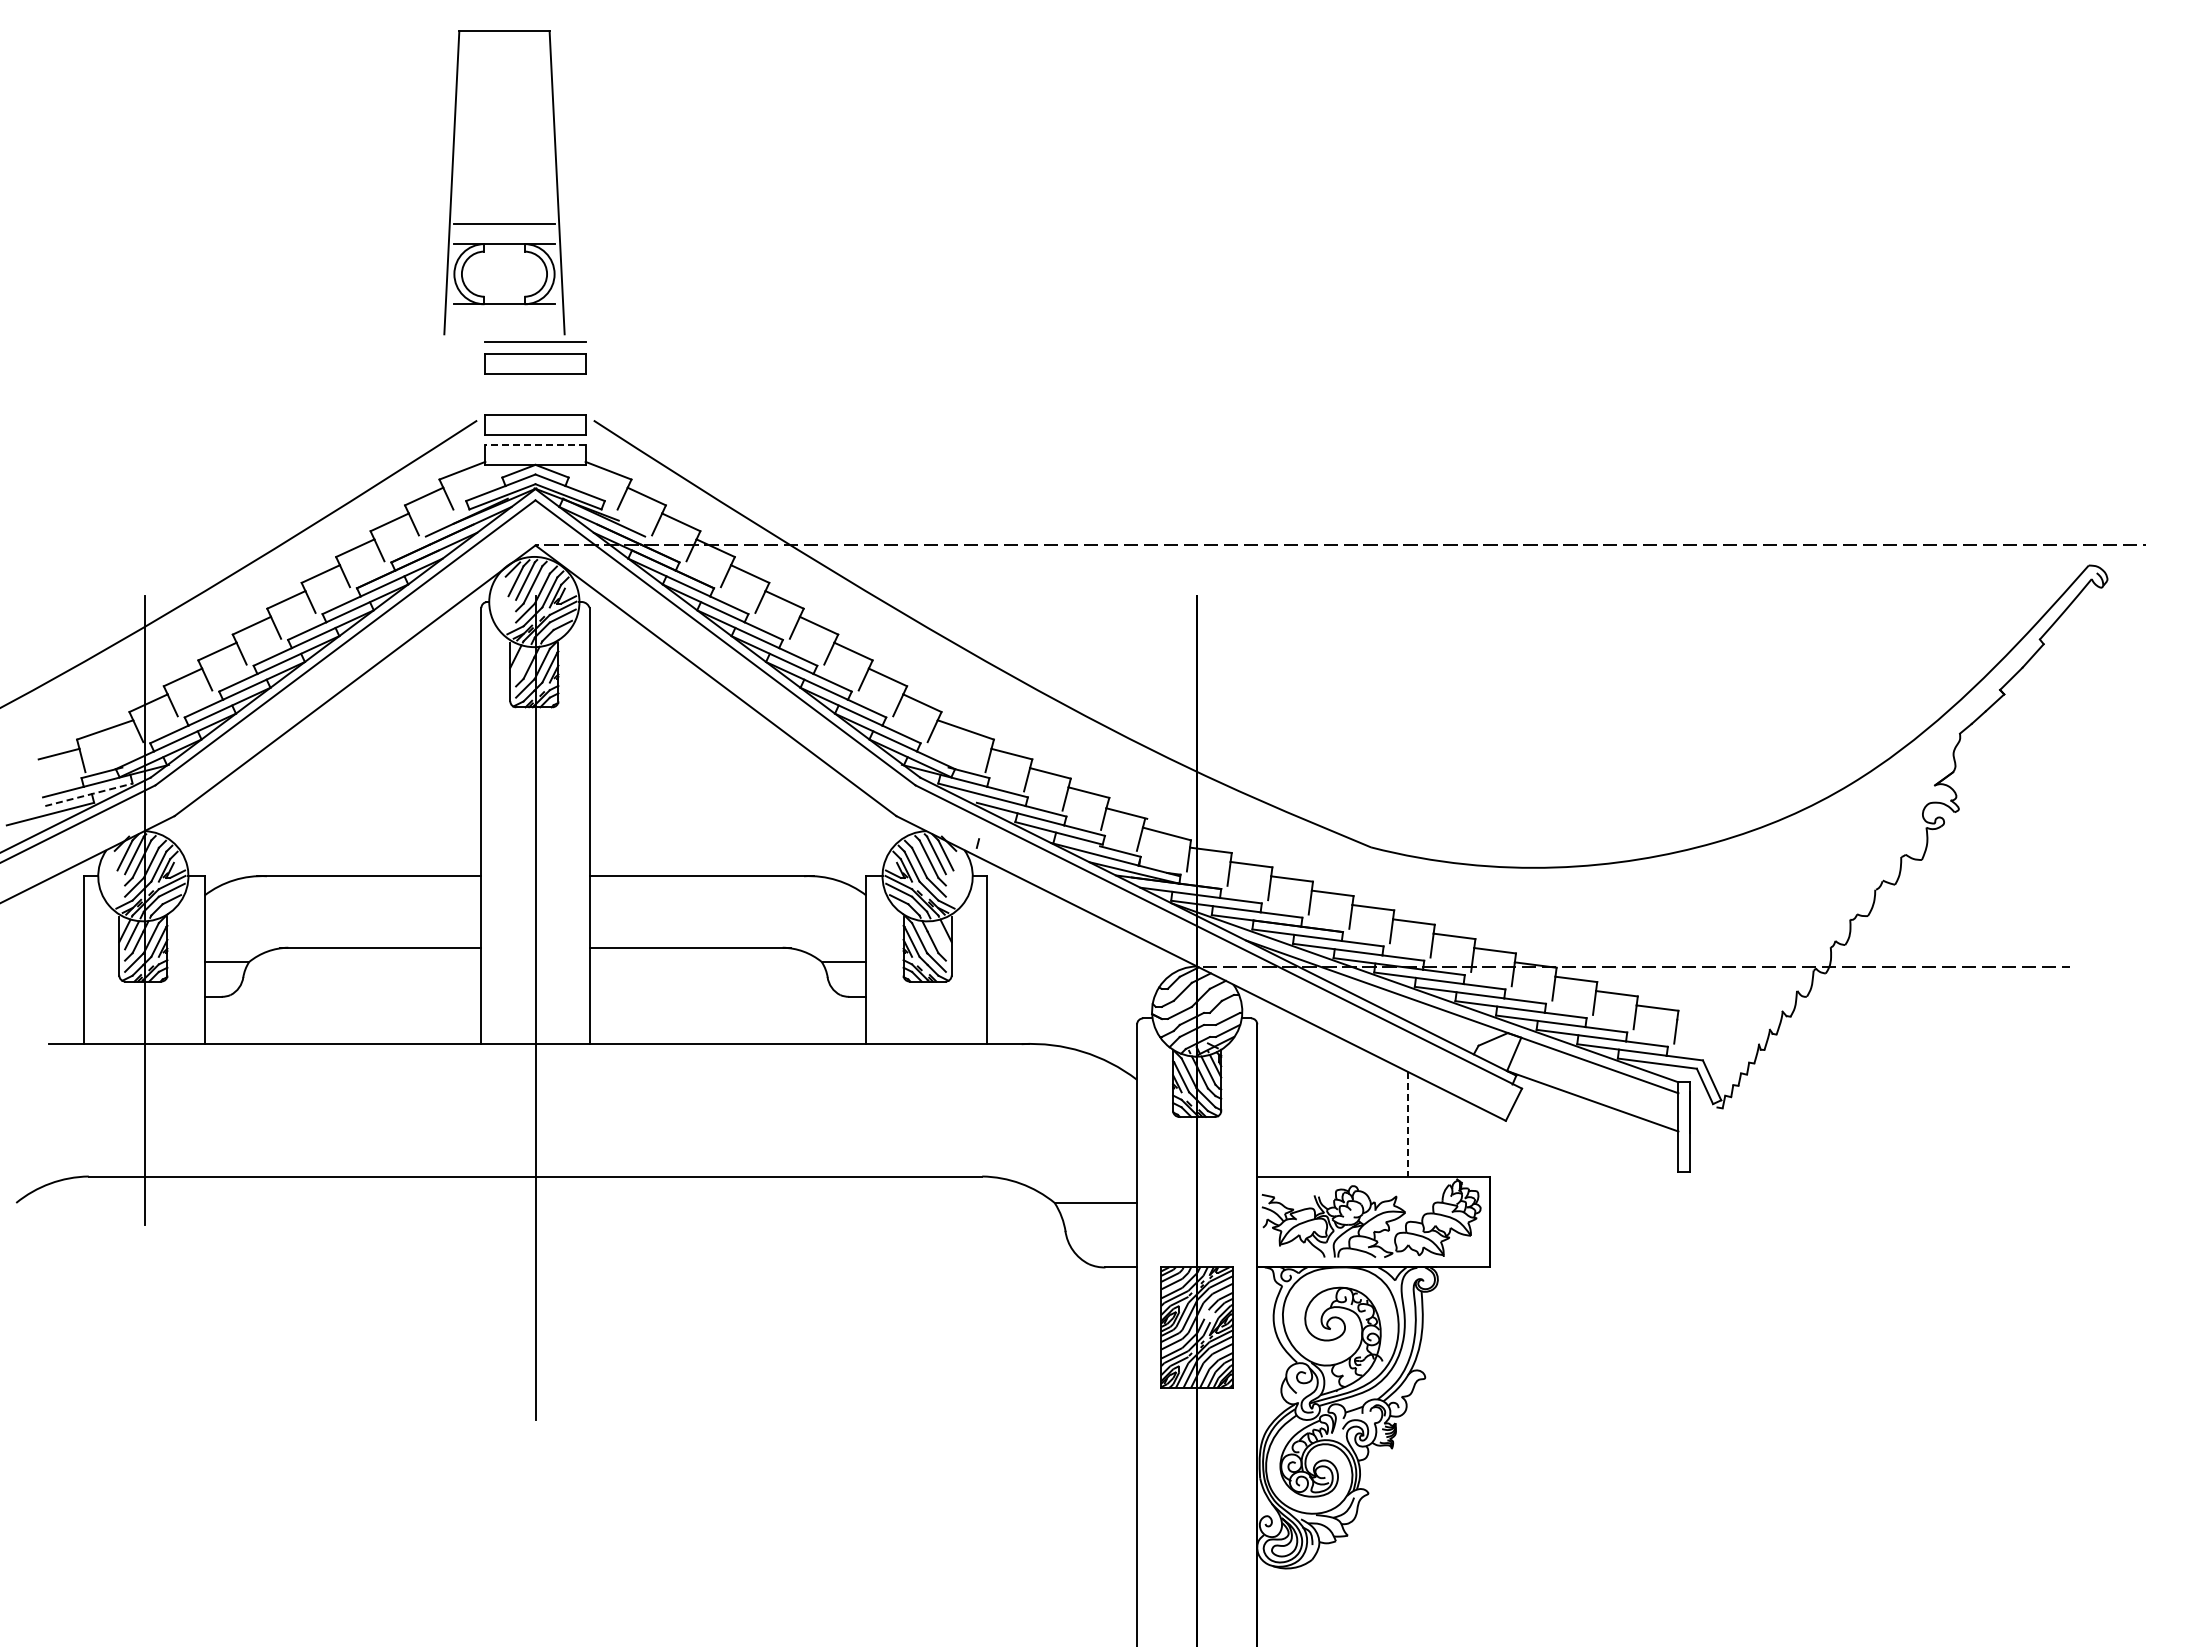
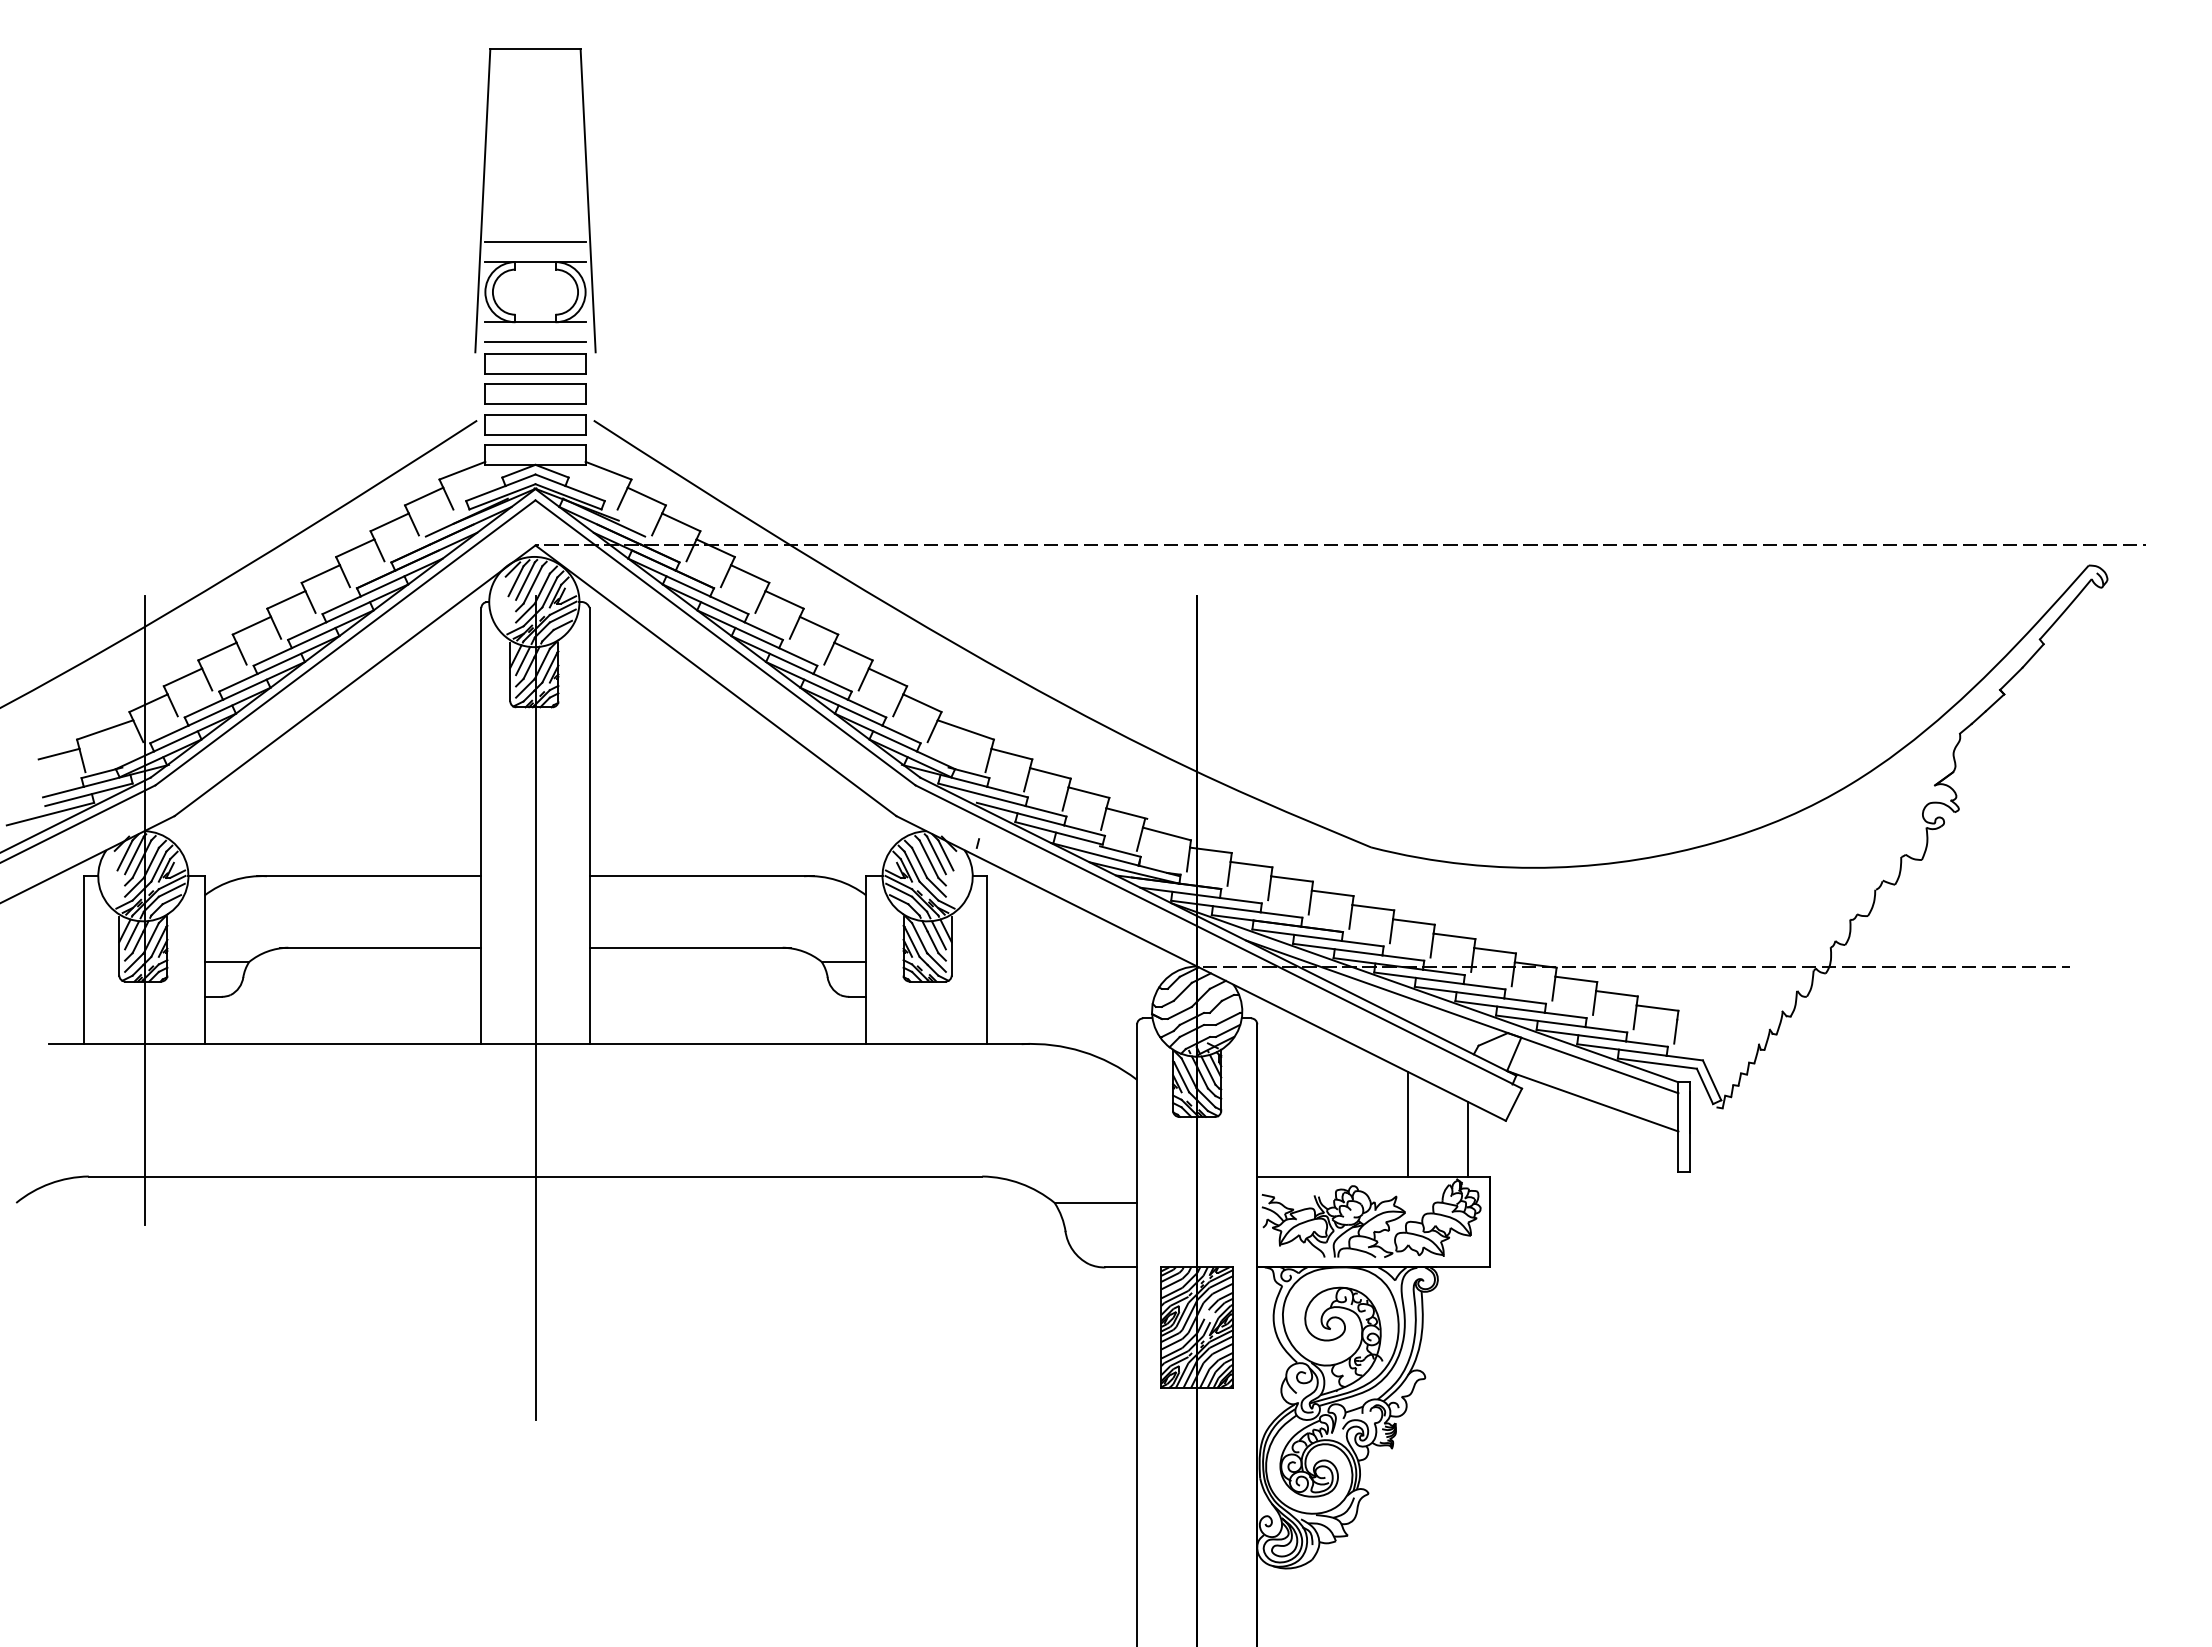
part at (504, 223) position: (504, 223) -> (535, 241)
part at (535, 393): none -> present
line at (535, 444): dashed -> solid
line at (523, 660): none -> present
line at (89, 794): dashed -> solid
line at (938, 935): none -> present
line at (1407, 1124): dashed -> solid
line at (1467, 1139): none -> present
